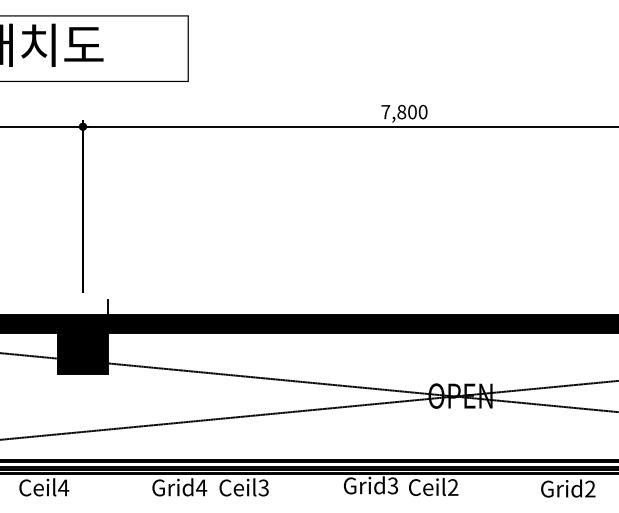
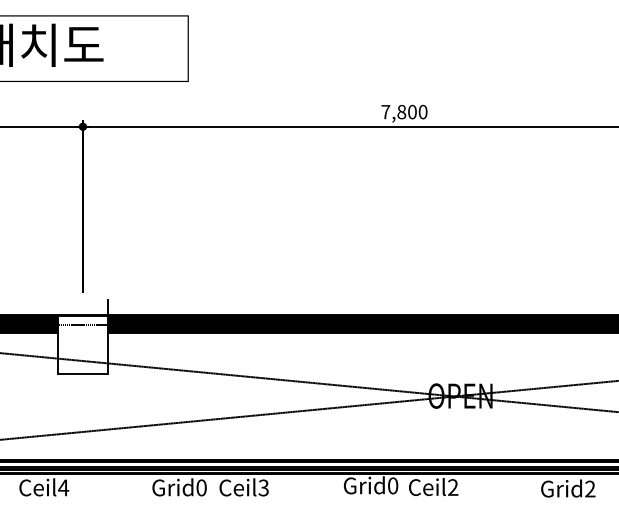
fill at (82, 345): present -> none
text at (392, 485): Grid3 -> Grid0
text at (201, 487): Grid4 -> Grid0
